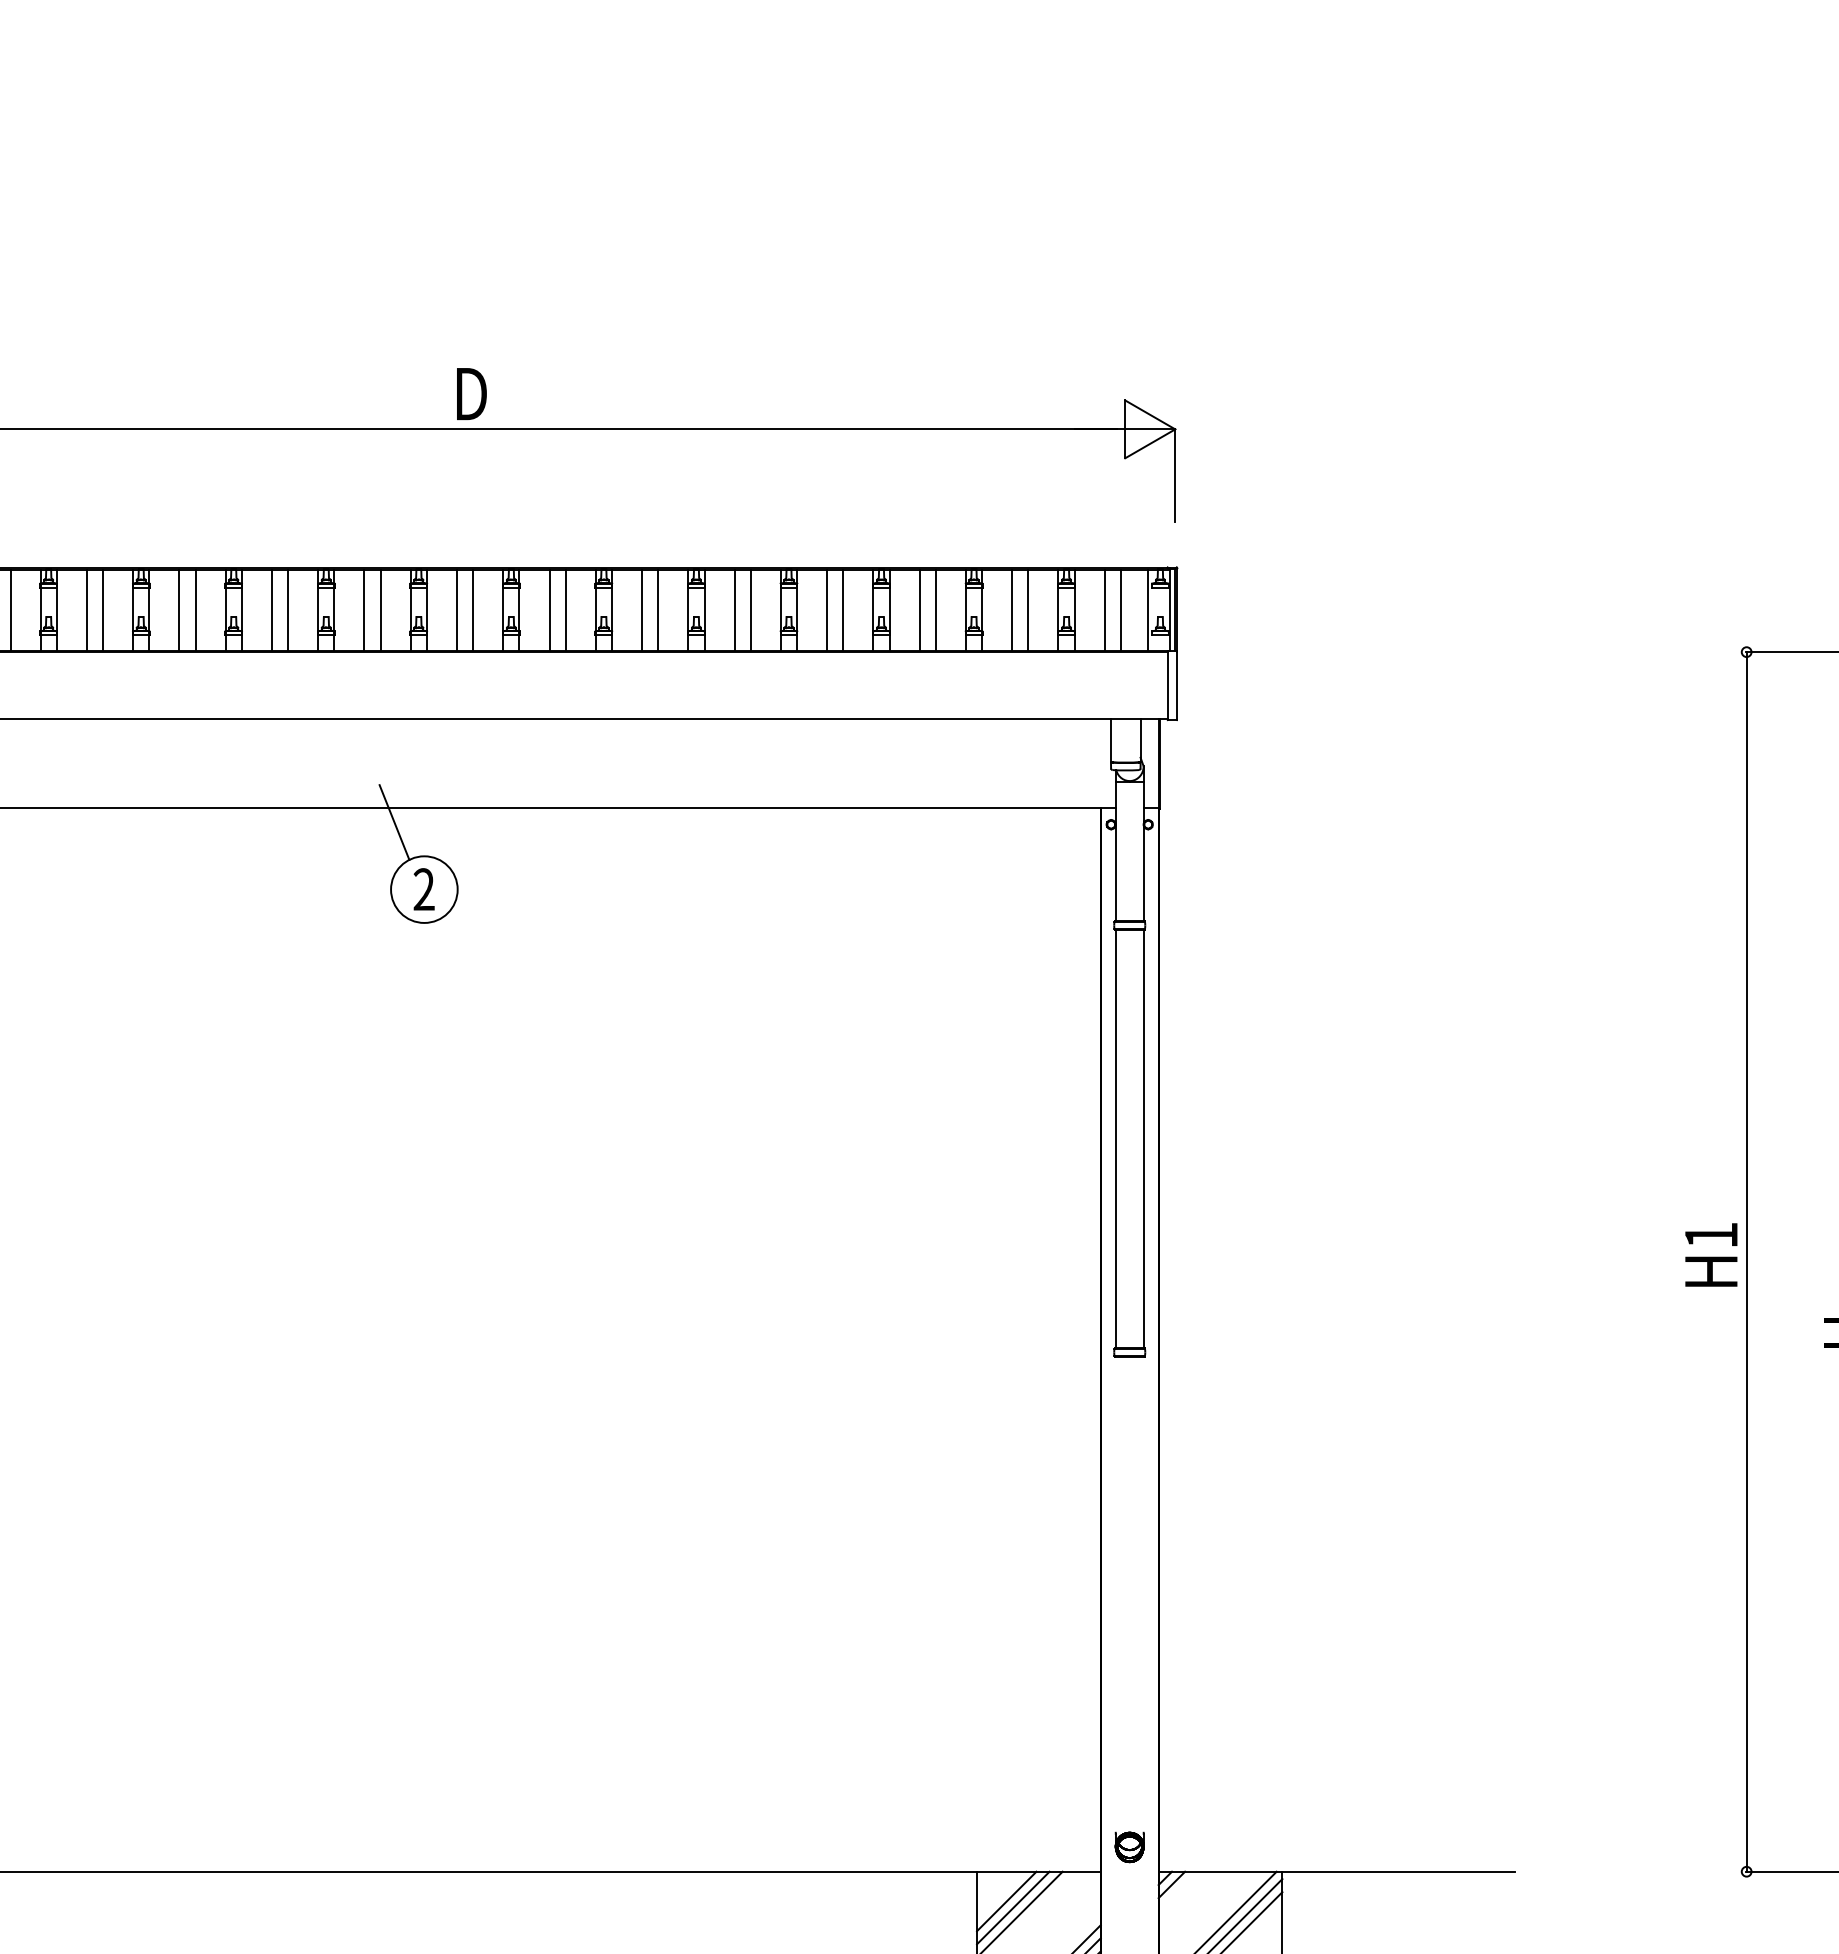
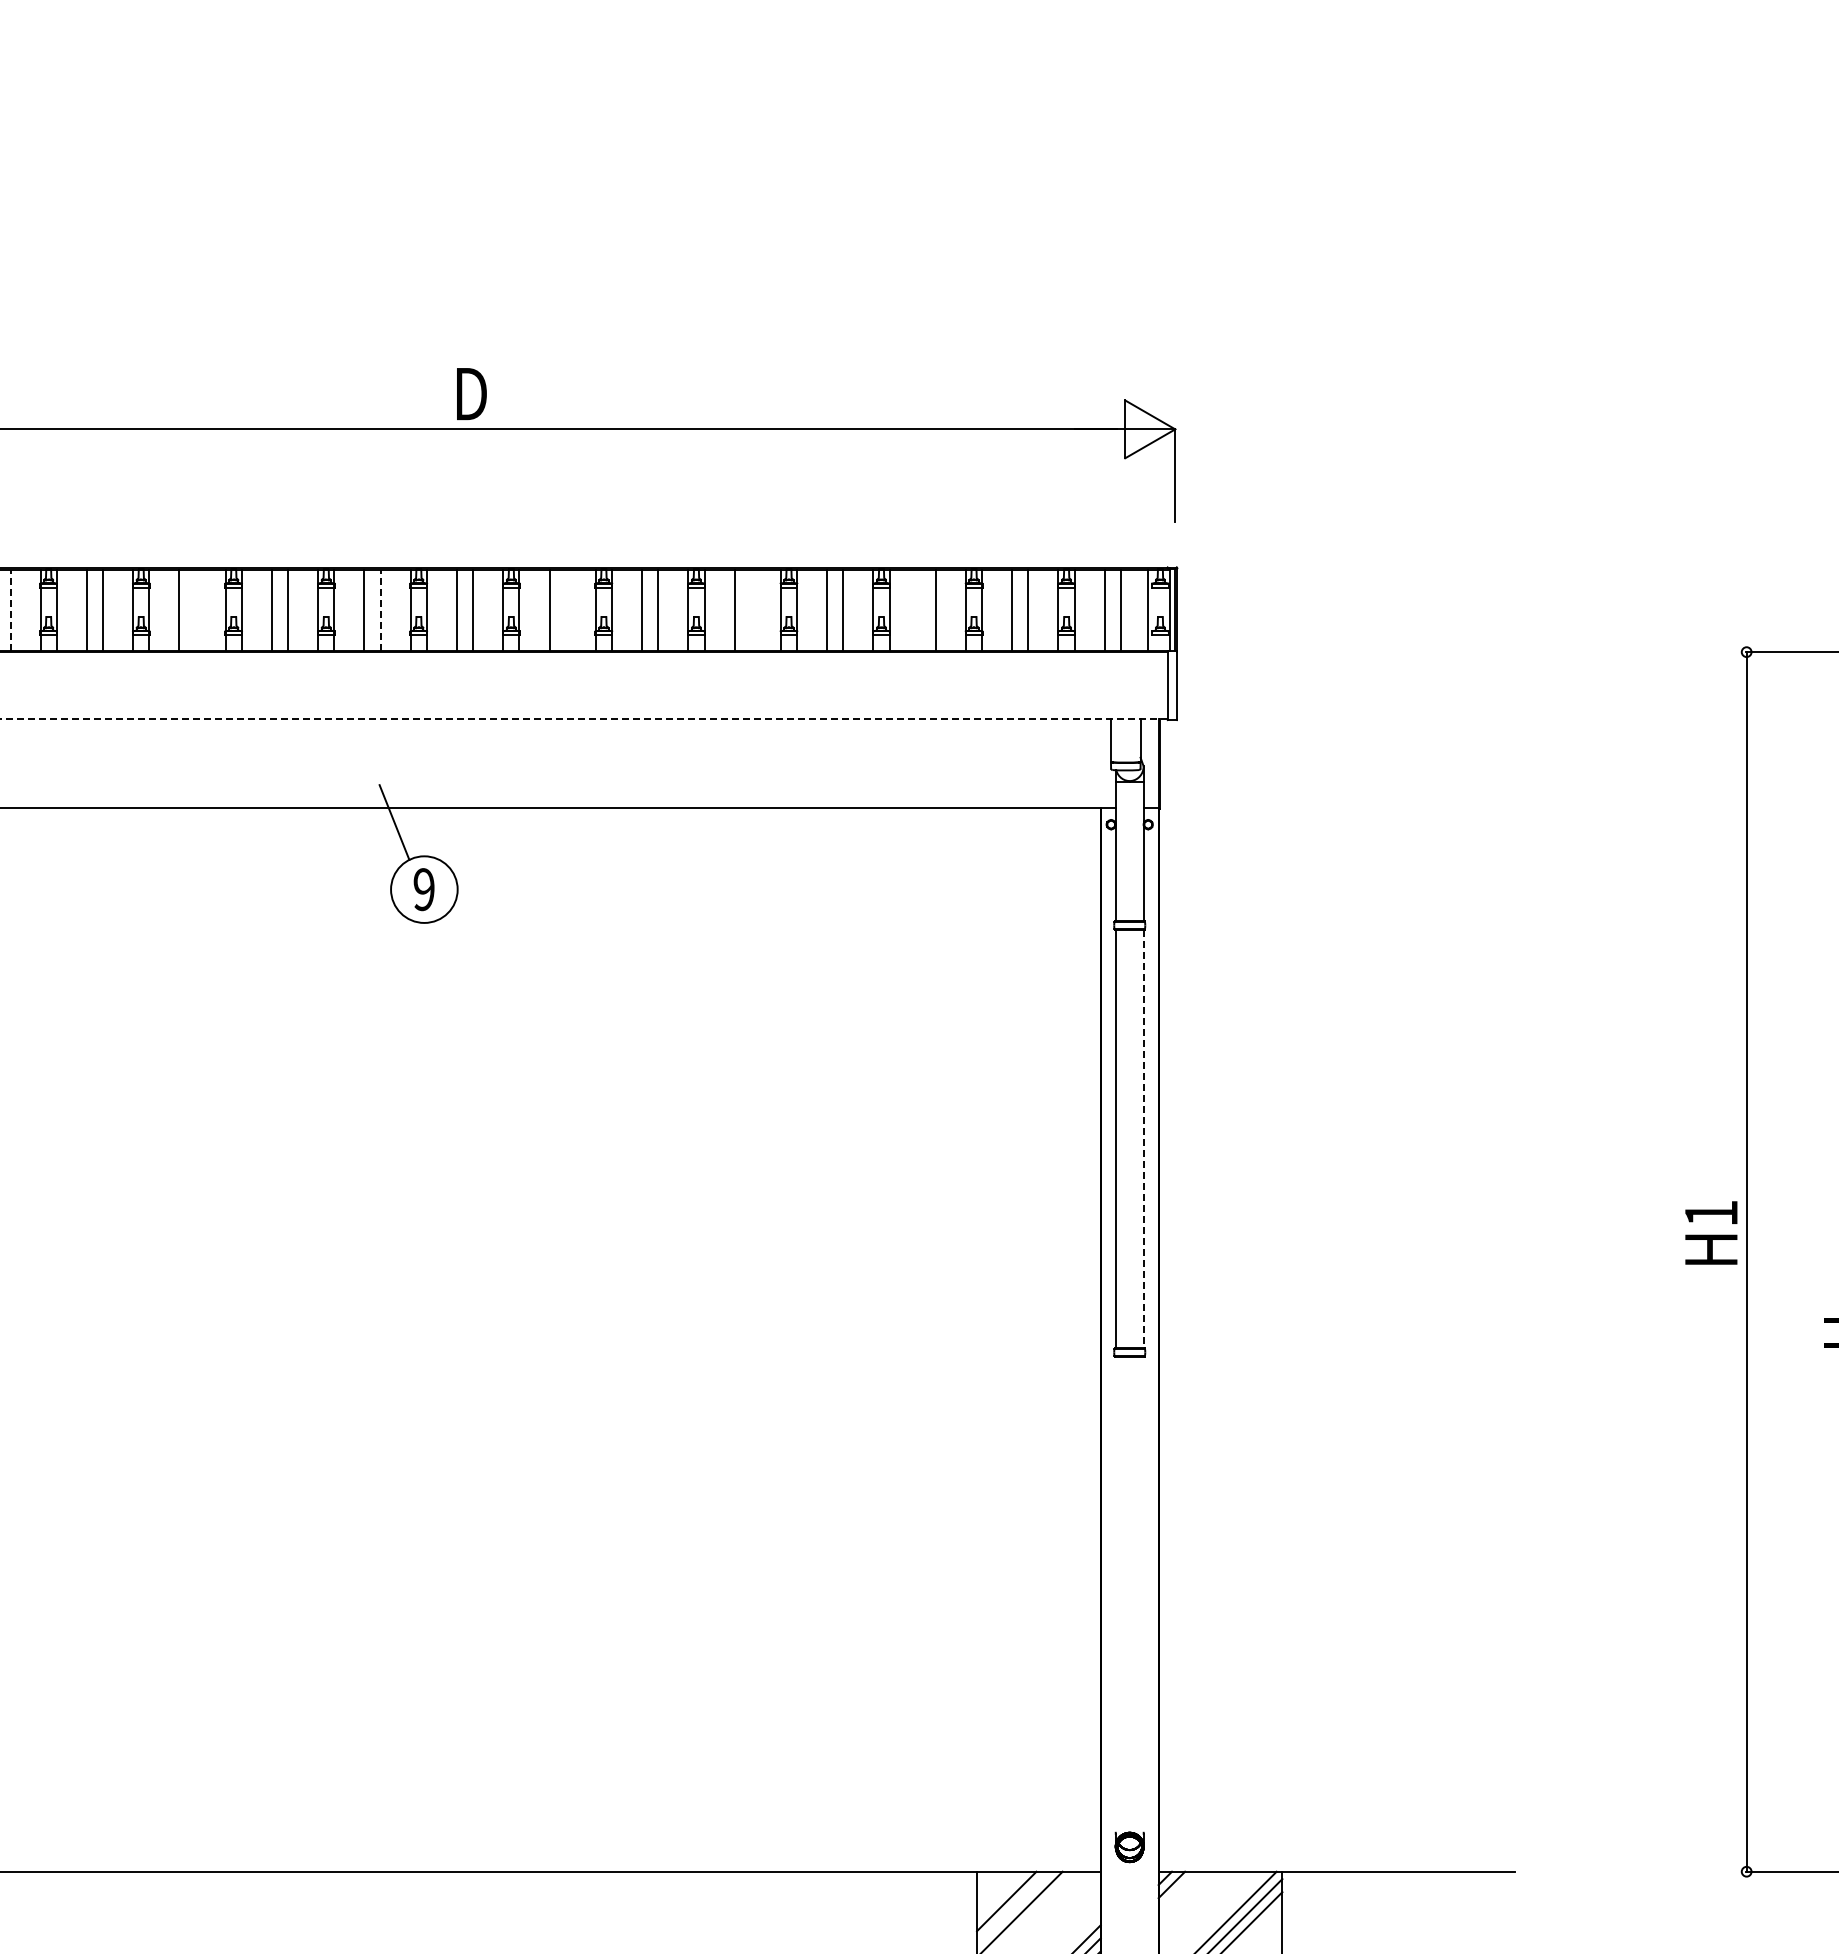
line at (10, 610): solid -> dashed
line at (195, 610): present -> none
line at (380, 610): solid -> dashed
line at (565, 610): present -> none
line at (750, 610): present -> none
line at (919, 610): present -> none
line at (584, 719): solid -> dashed
text at (423, 889): 2 -> 9
line at (1143, 1139): solid -> dashed
text at (1711, 1254) position: (1711, 1254) -> (1711, 1232)
line at (1013, 1907): present -> none
